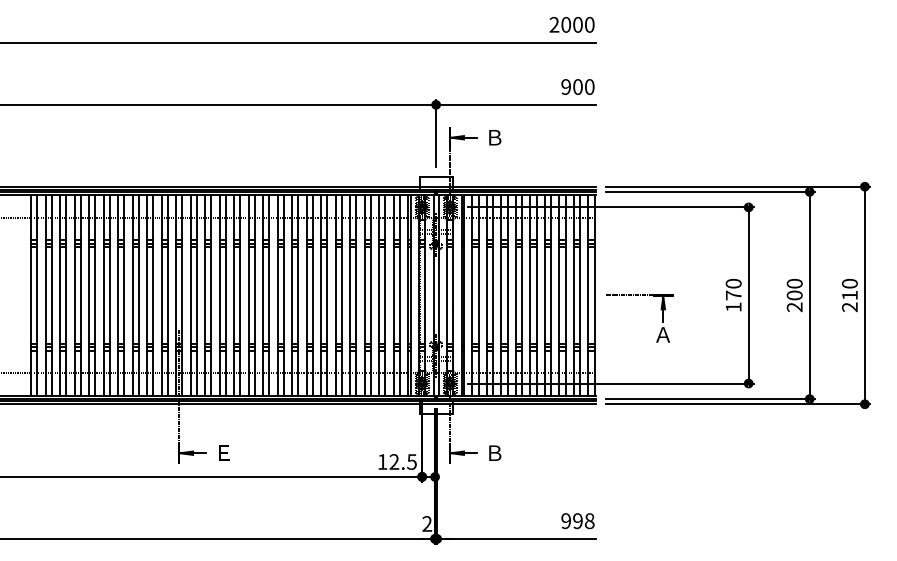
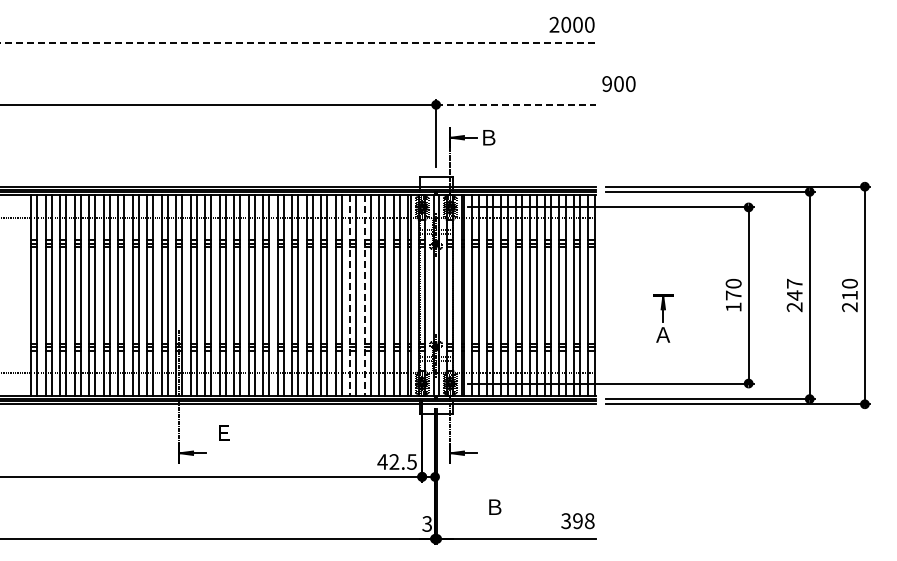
line at (298, 42): solid -> dashed
text at (577, 86) position: (577, 86) -> (618, 83)
line at (515, 104): solid -> dashed
text at (495, 137) position: (495, 137) -> (489, 137)
text at (794, 289): 200 -> 247
line at (629, 295): present -> none
line at (350, 296): solid -> dashed
line at (364, 296): solid -> dashed
text at (224, 452) position: (224, 452) -> (224, 432)
text at (495, 452) position: (495, 452) -> (495, 506)
text at (382, 461): 12.5 -> 42.5
text at (565, 520): 998 -> 398
text at (427, 523): 2 -> 3
